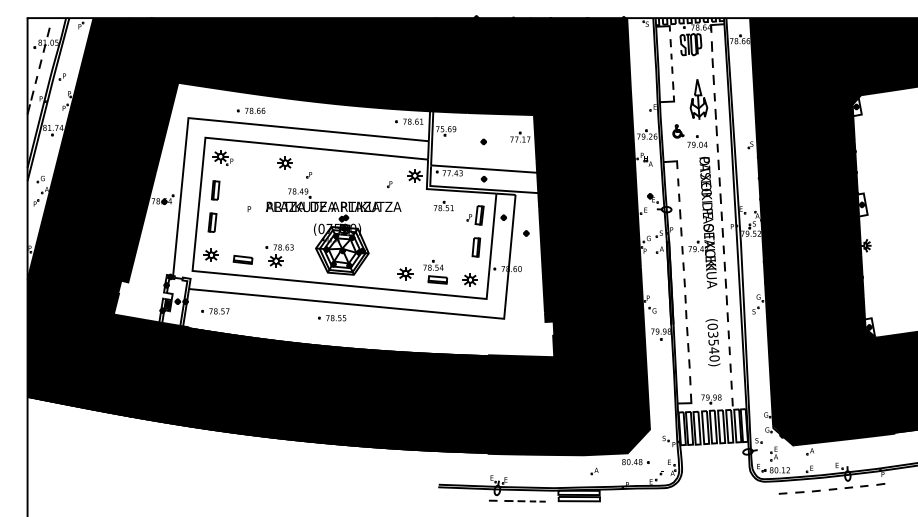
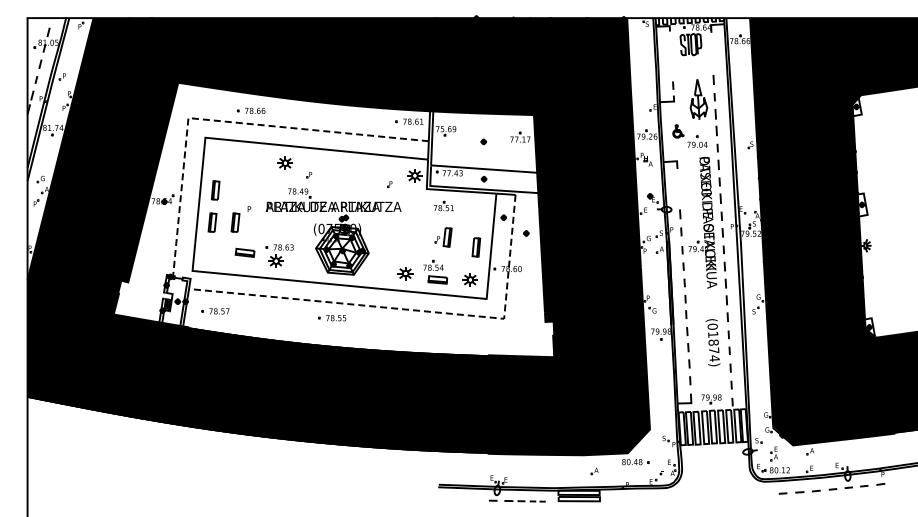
part at (712, 54): present -> none
part at (671, 56): present -> none
line at (229, 122): solid -> dashed
part at (222, 157): present -> none
line at (678, 186): present -> none
part at (475, 215) position: (475, 215) -> (443, 237)
part at (235, 222): none -> present
part at (210, 254): present -> none
part at (242, 259) position: (242, 259) -> (244, 252)
line at (408, 309): solid -> dashed
text at (713, 346): (03540) -> (01874)
